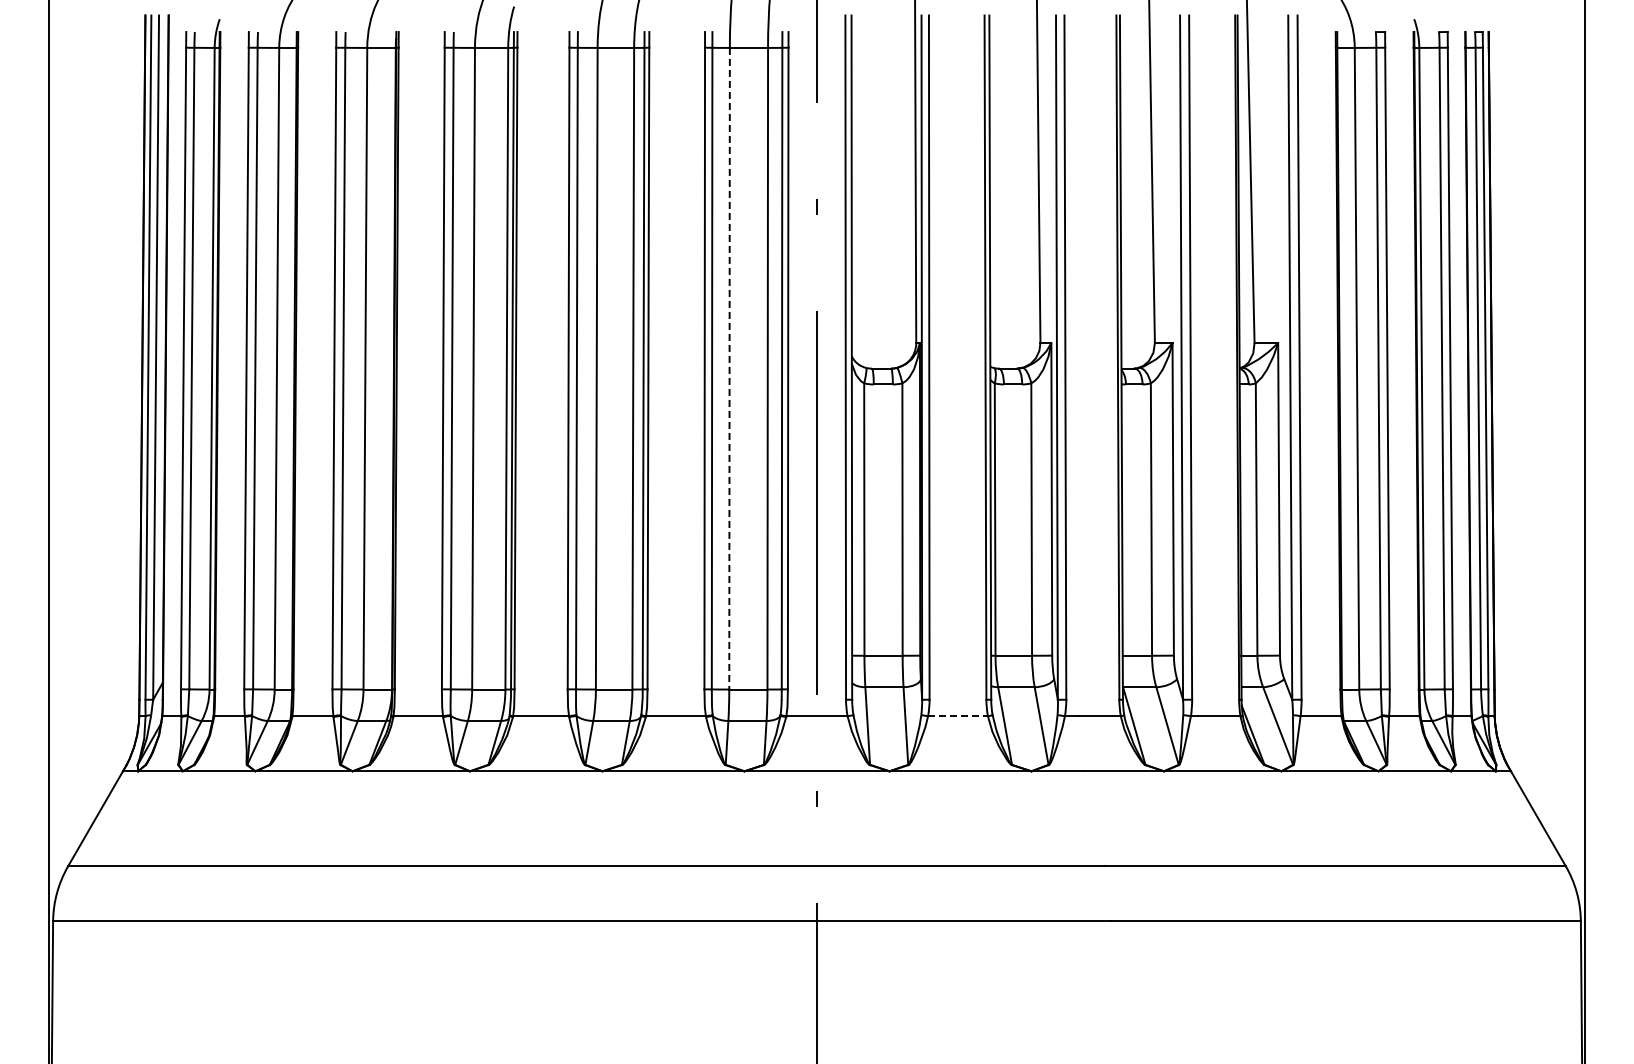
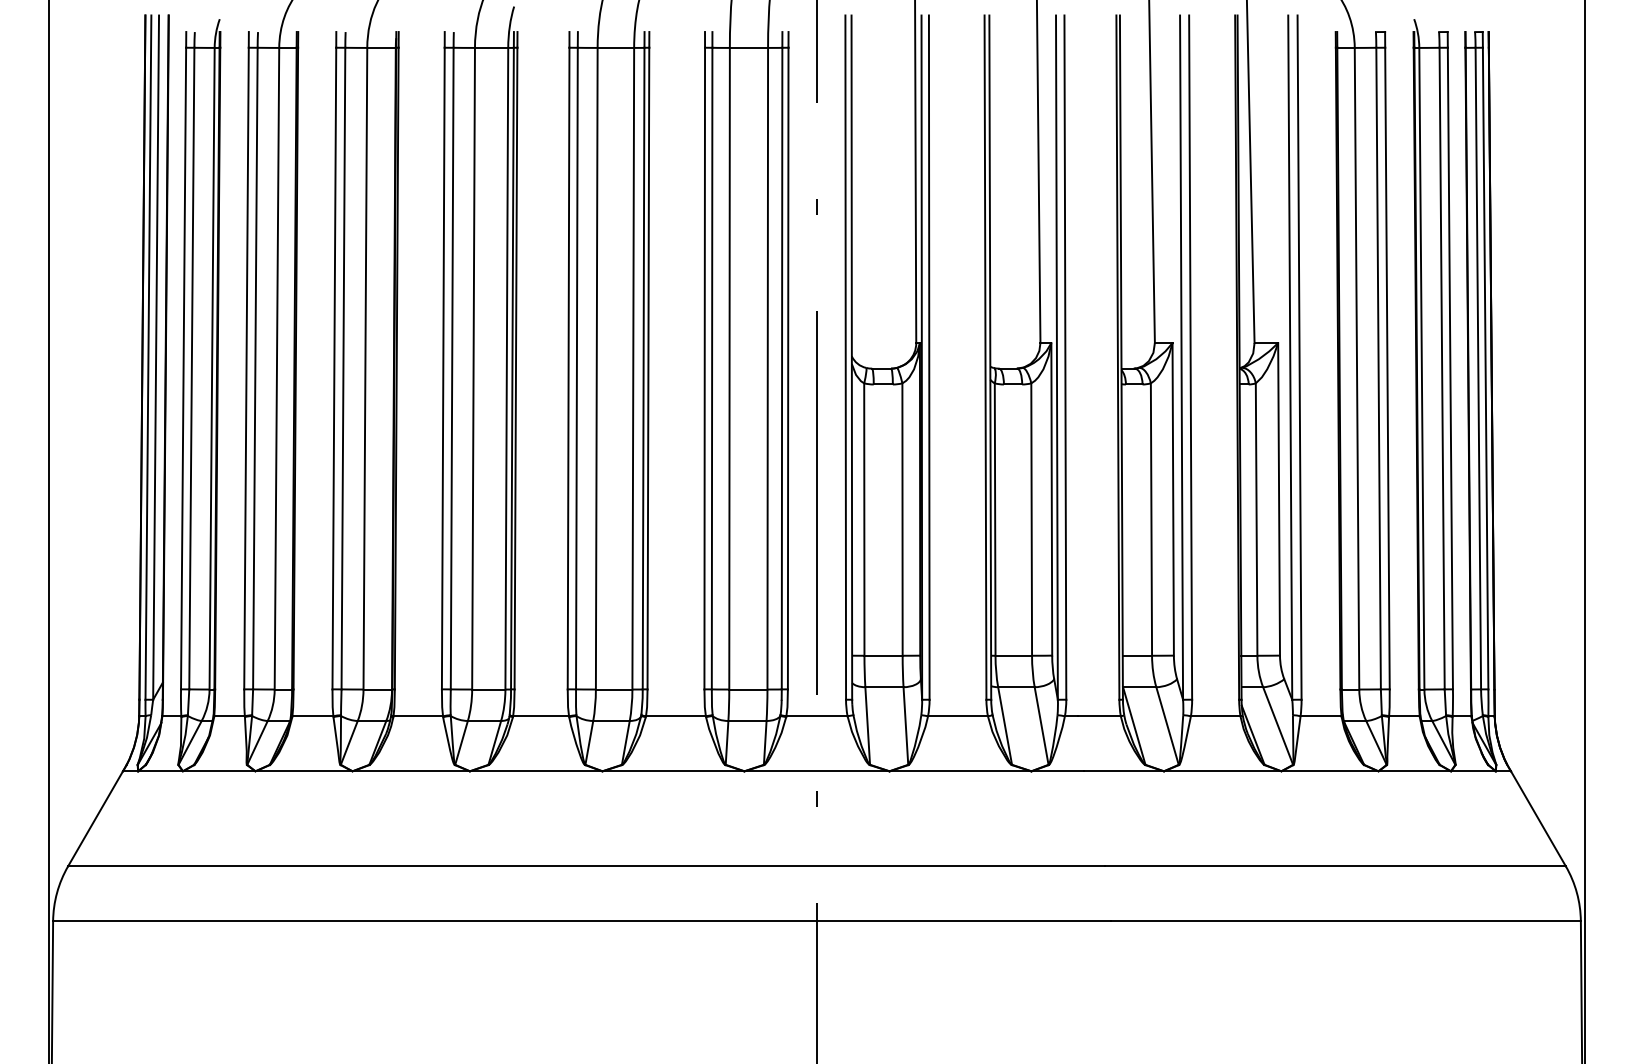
line at (729, 368): dashed -> solid
line at (958, 716): dashed -> solid
